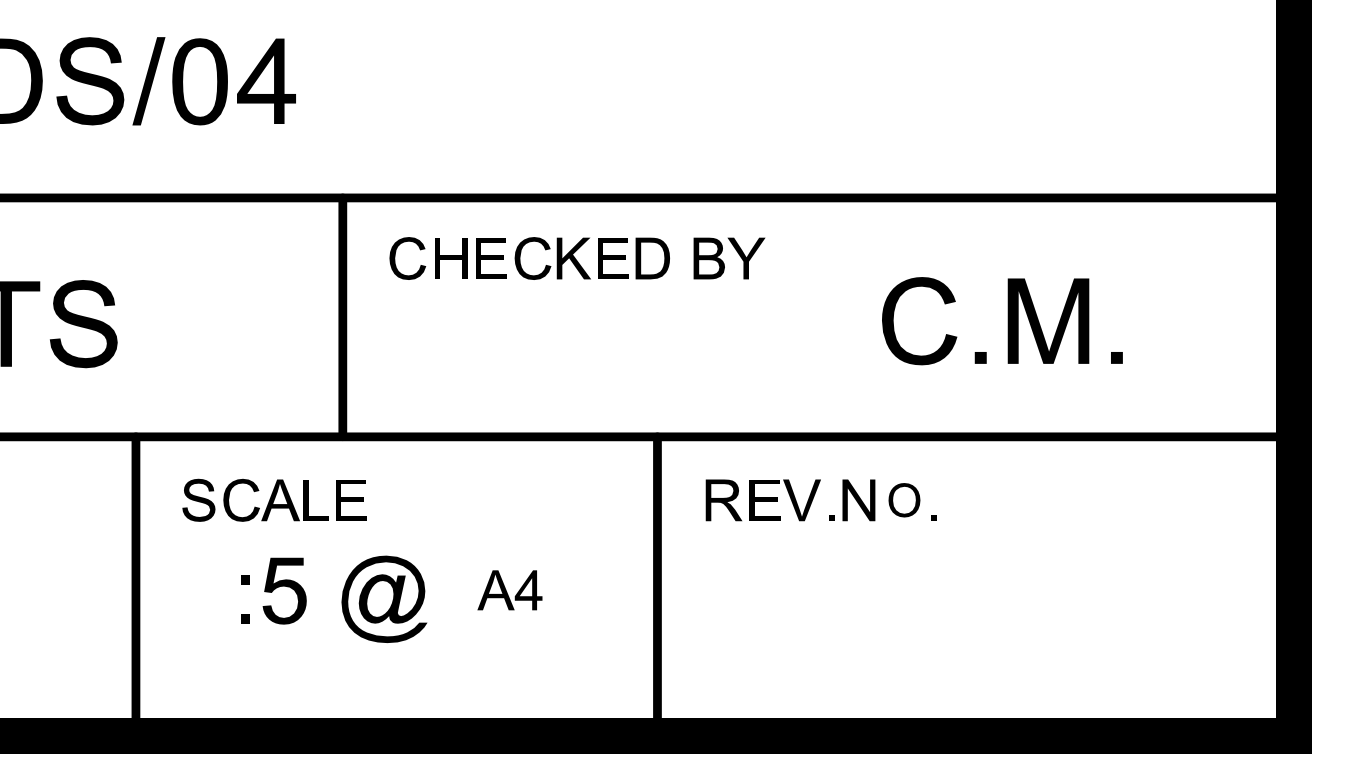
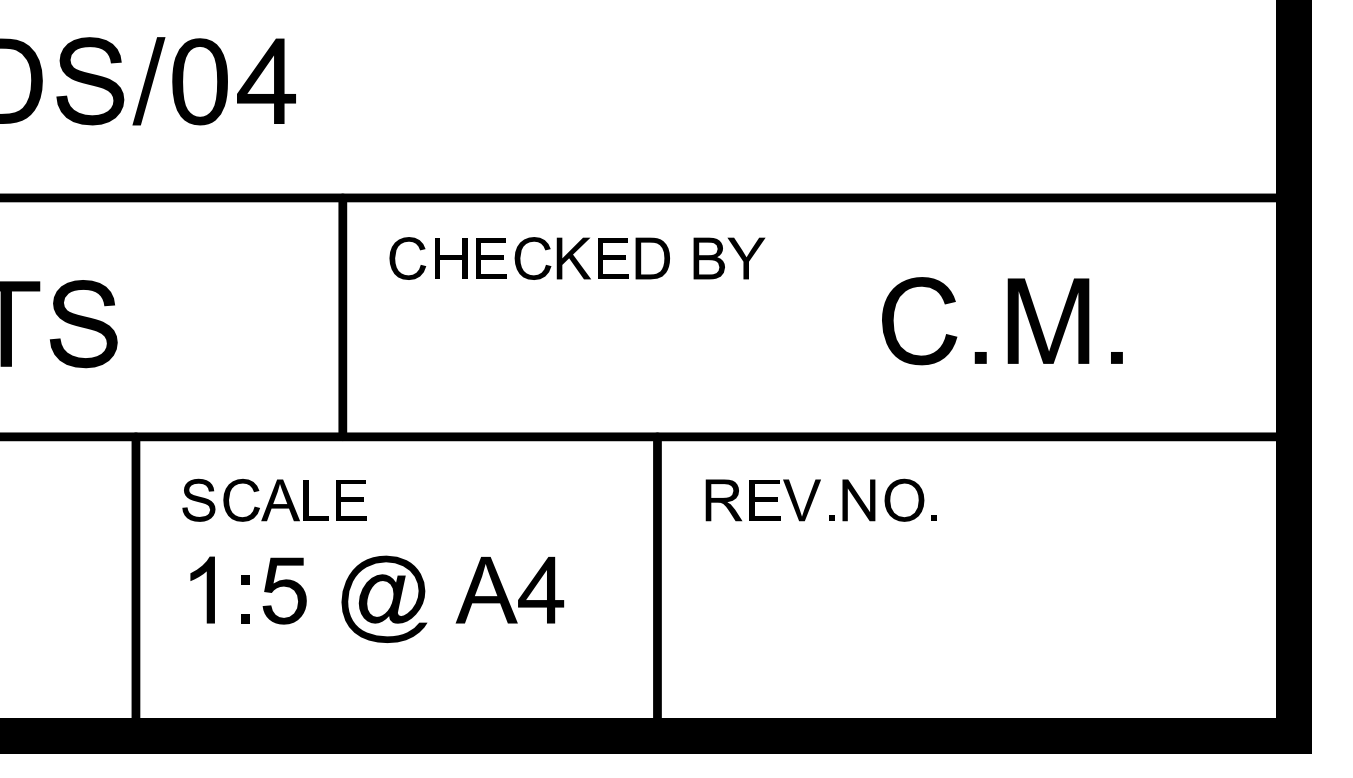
part at (904, 500) size: 33x35 px -> 41x44 px
fill at (202, 589): none -> present
part at (509, 590) size: 66x41 px -> 110x67 px
